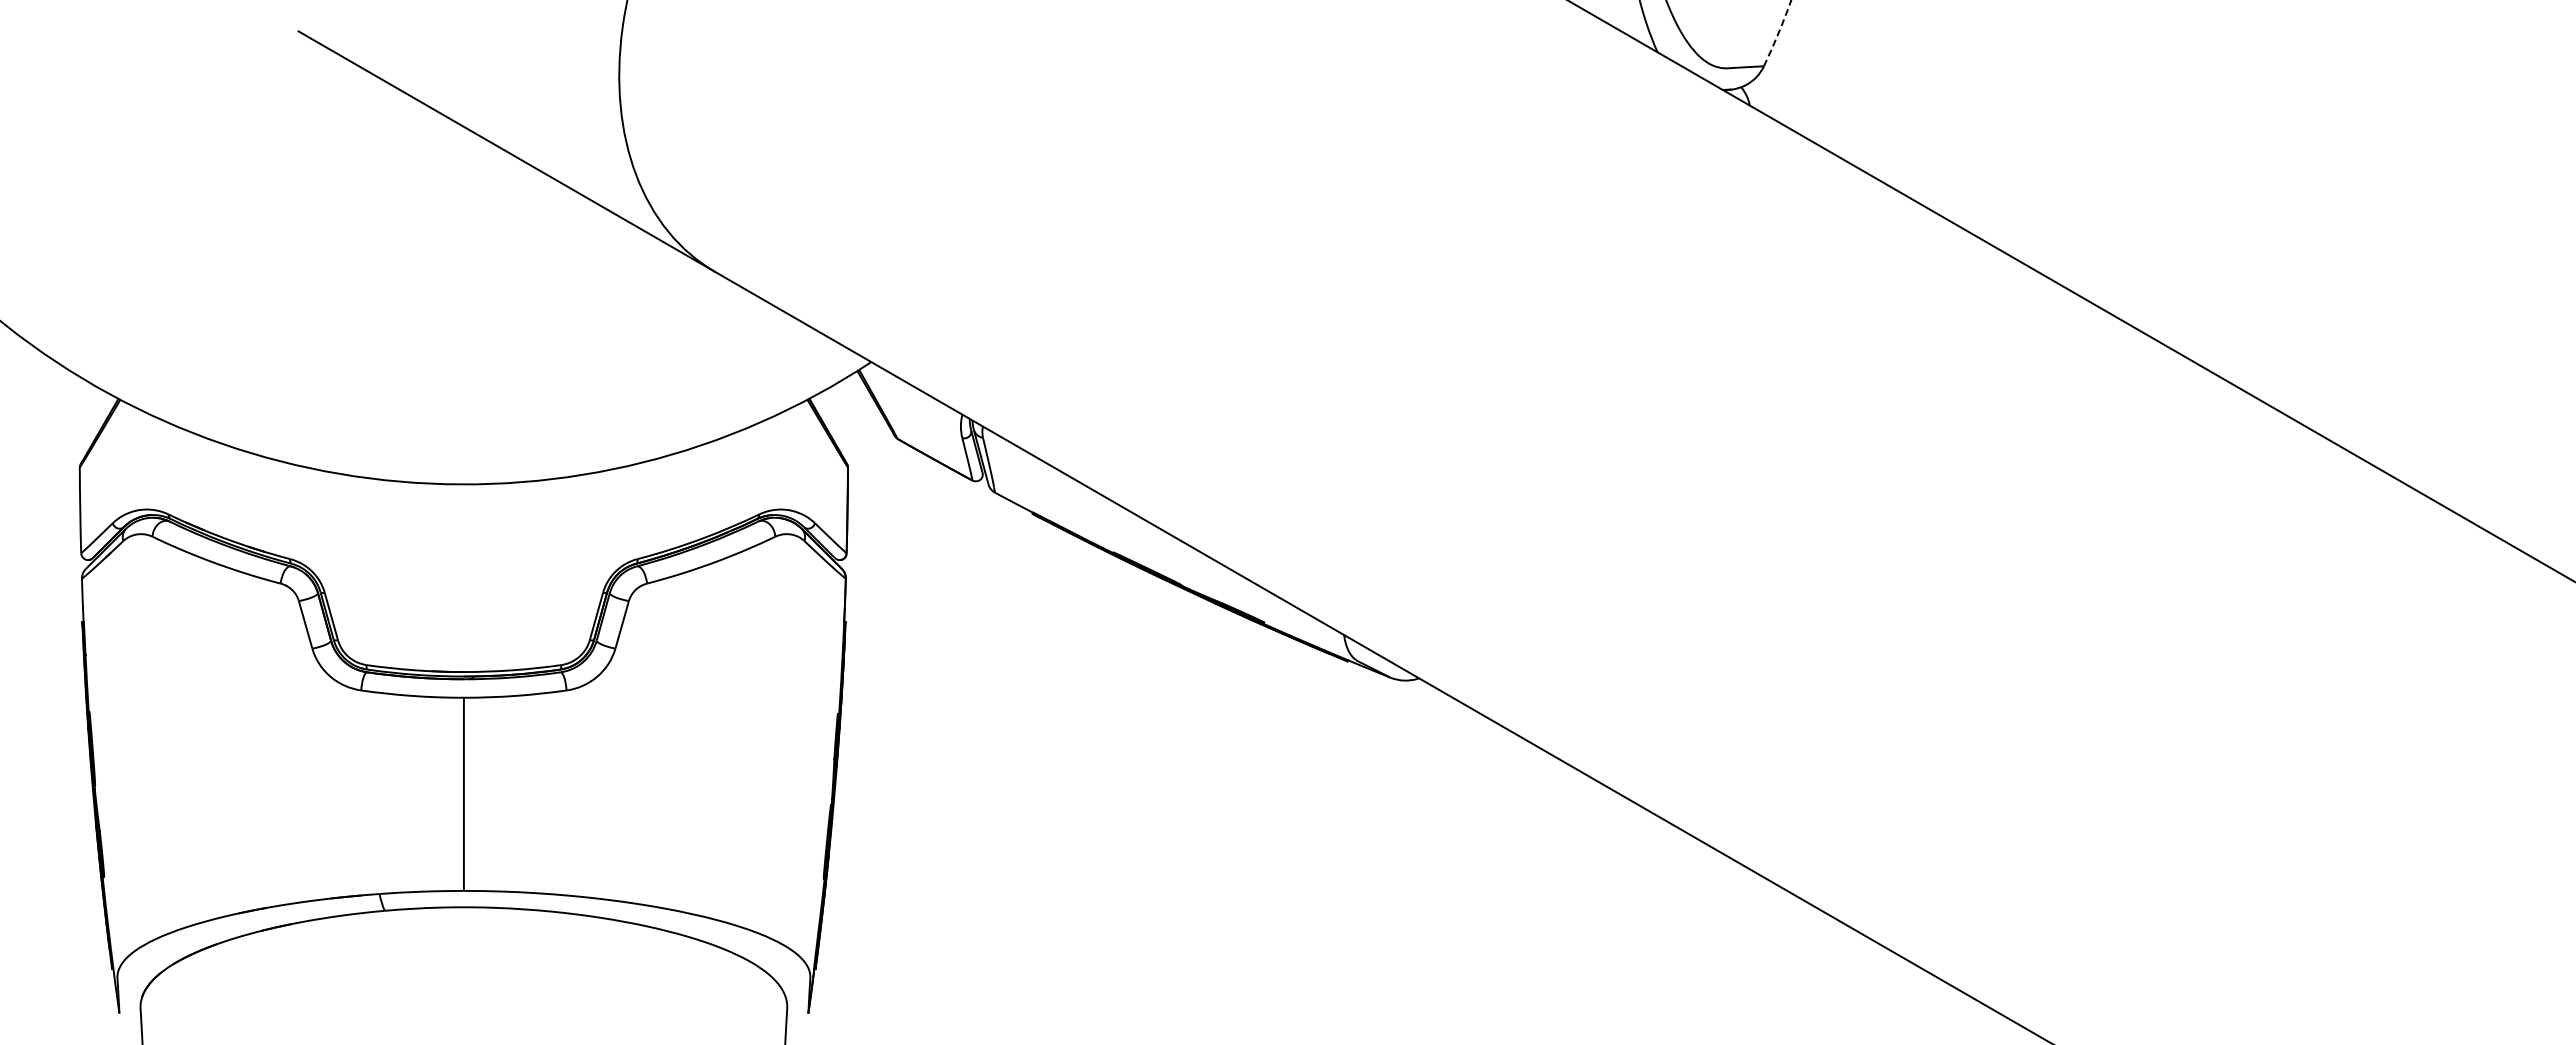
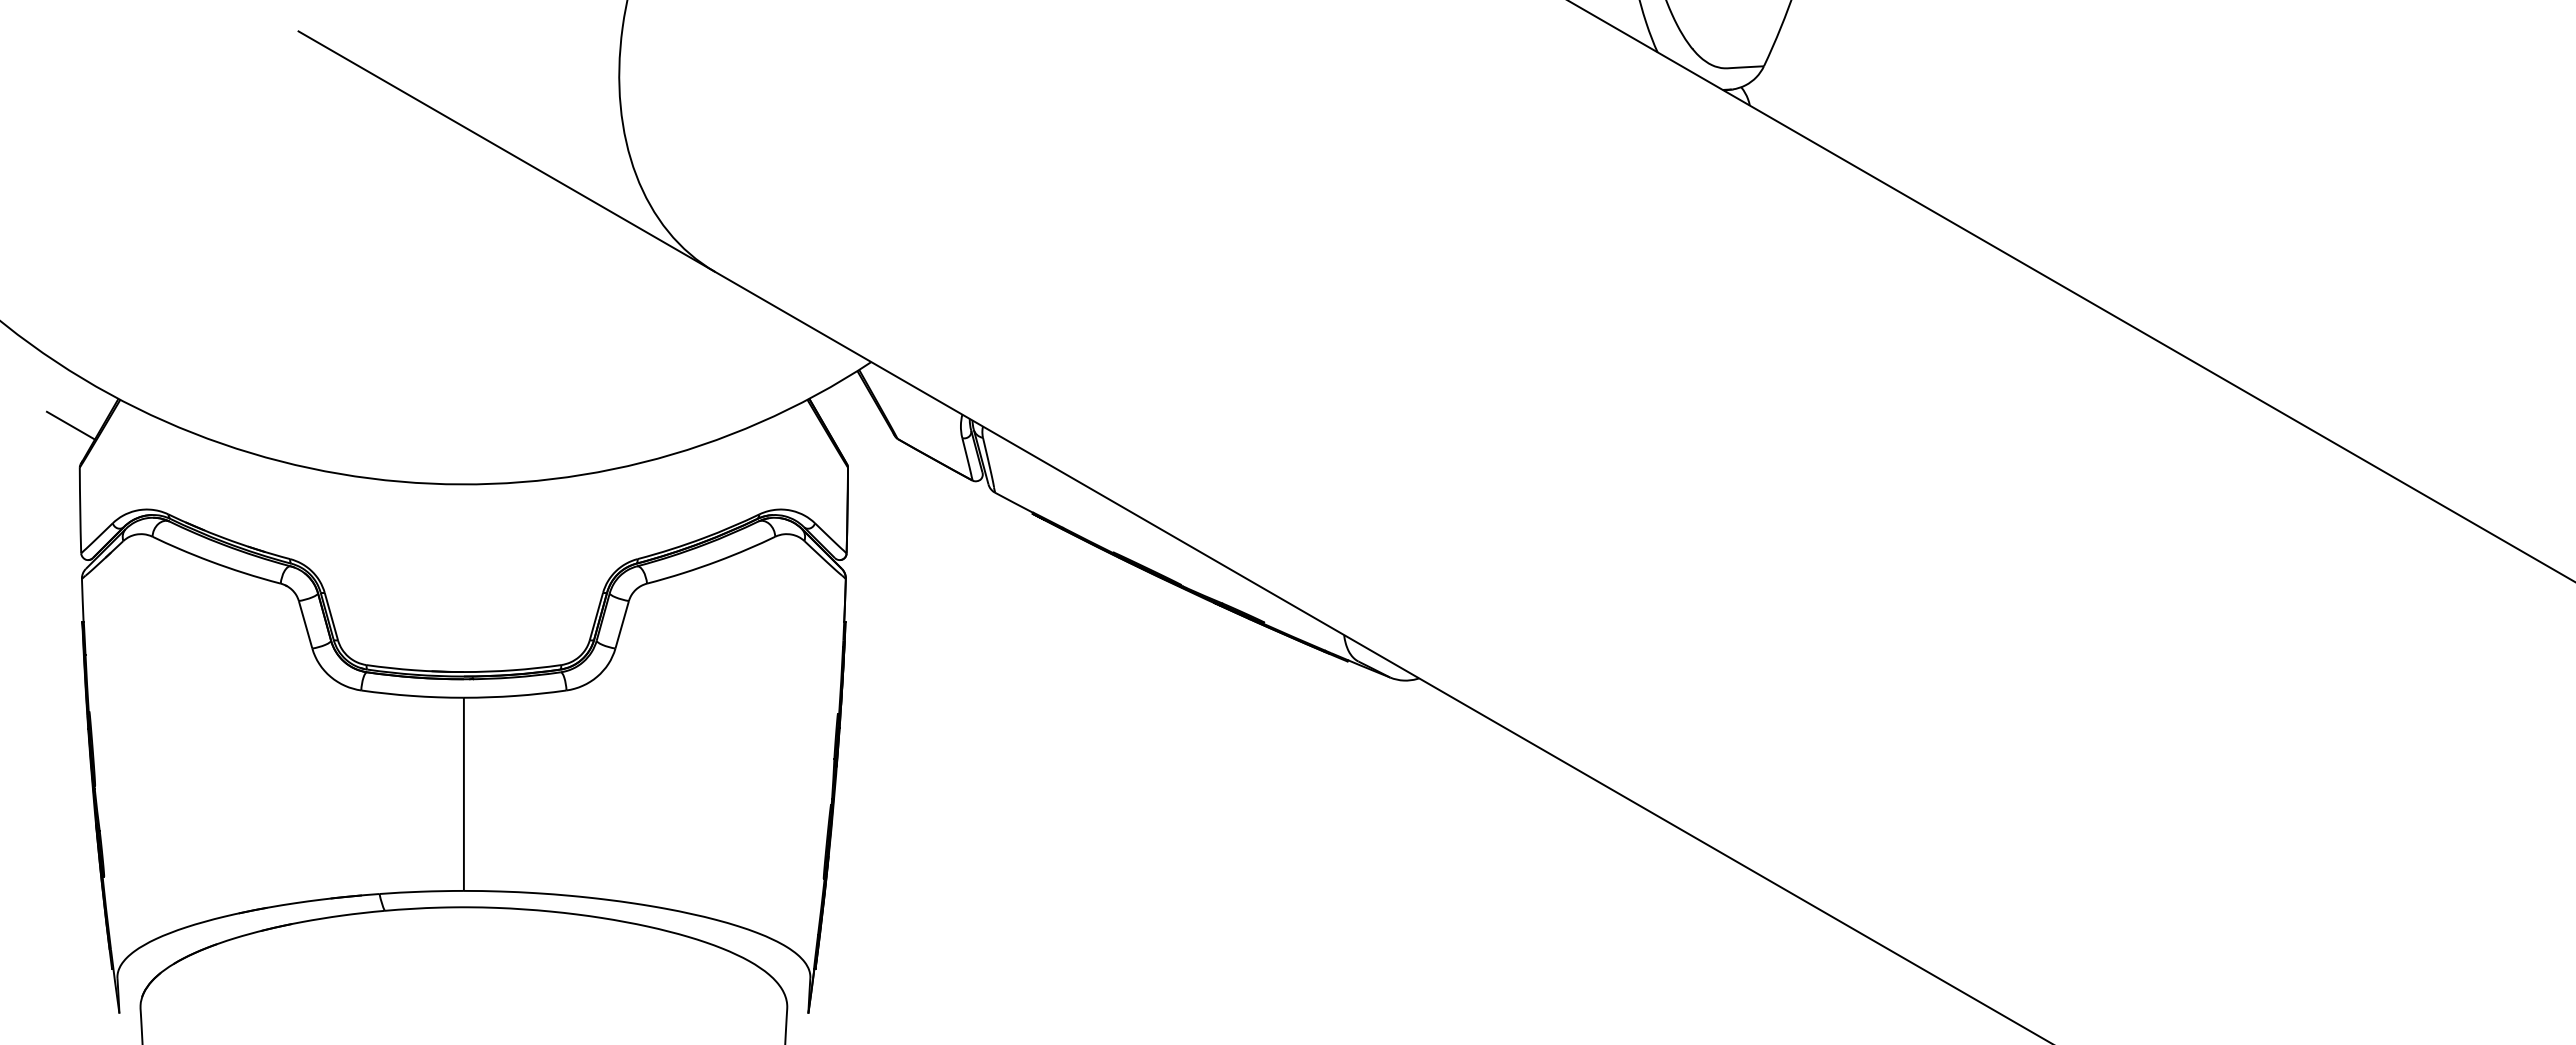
arc at (1778, 33): dashed -> solid
line at (70, 425): none -> present
